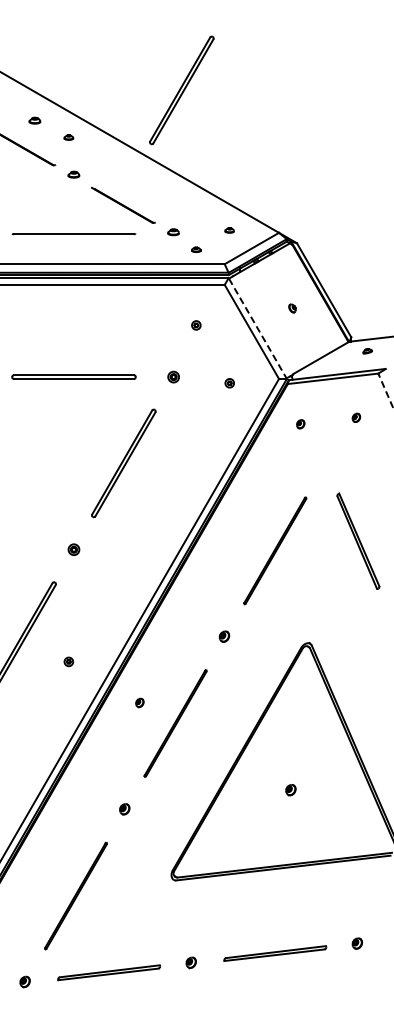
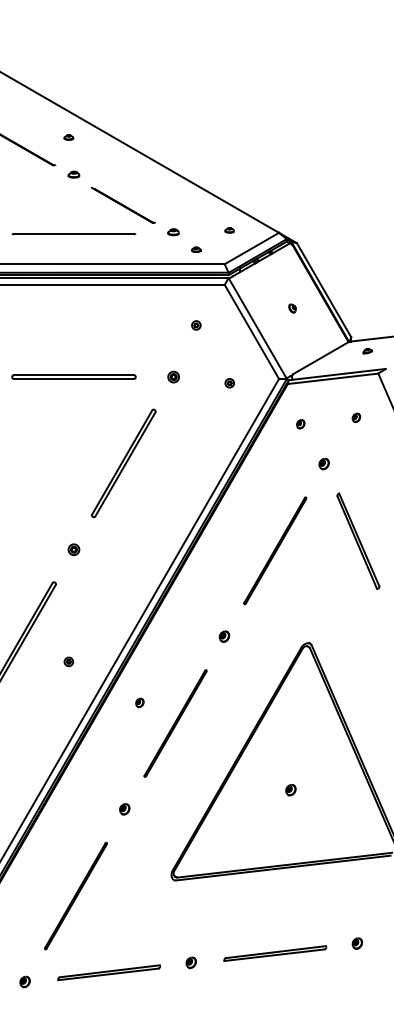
part at (181, 90): present -> none
part at (34, 120): present -> none
line at (257, 328): dashed -> solid
line at (385, 391): dashed -> solid
part at (323, 463): none -> present
